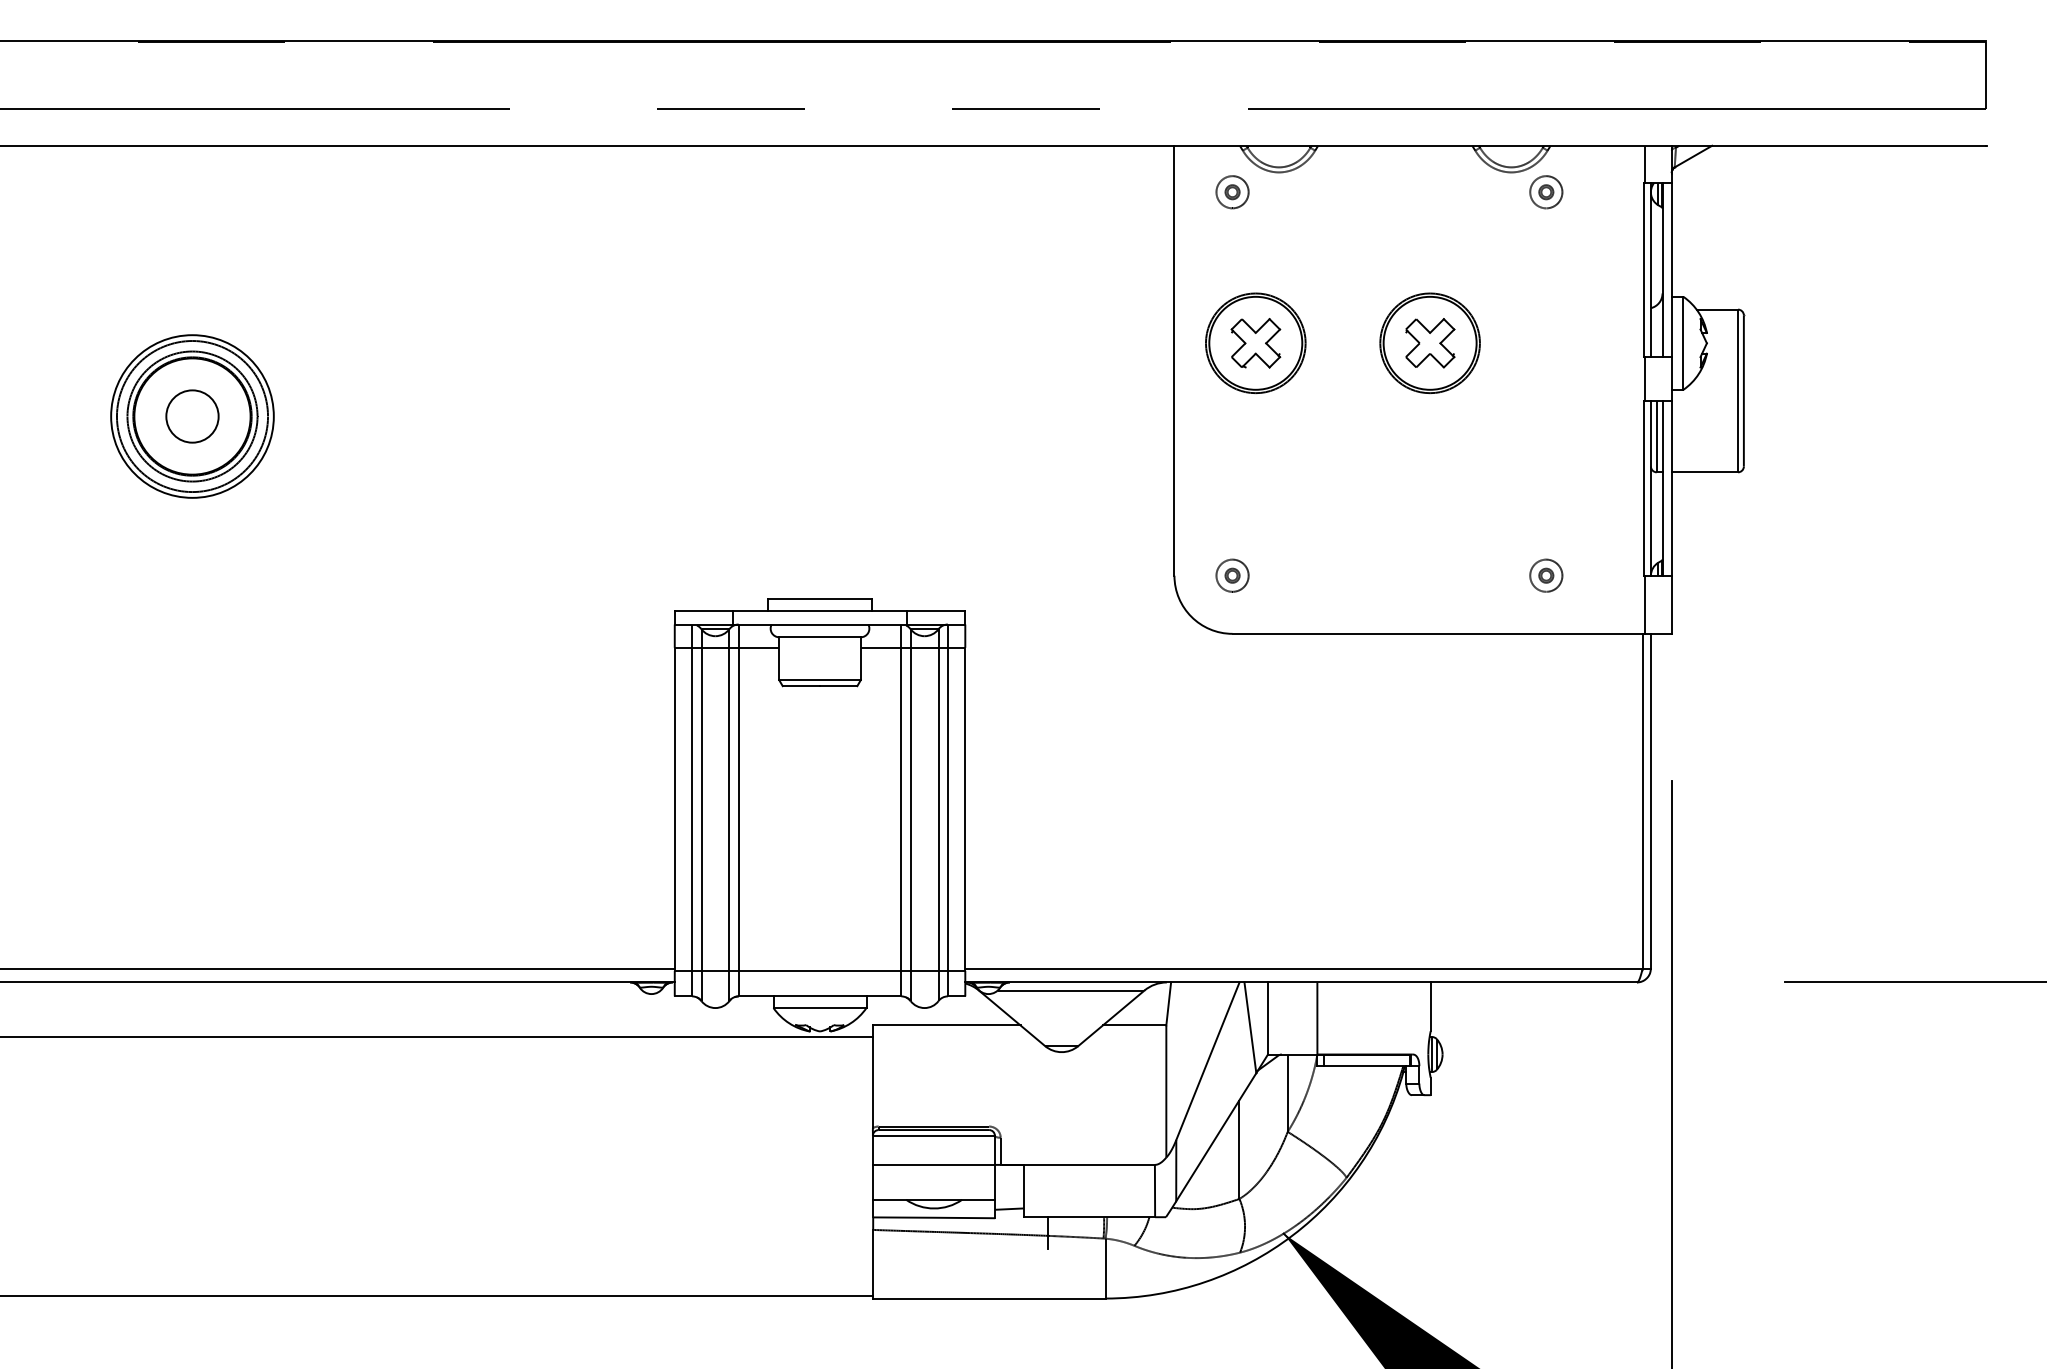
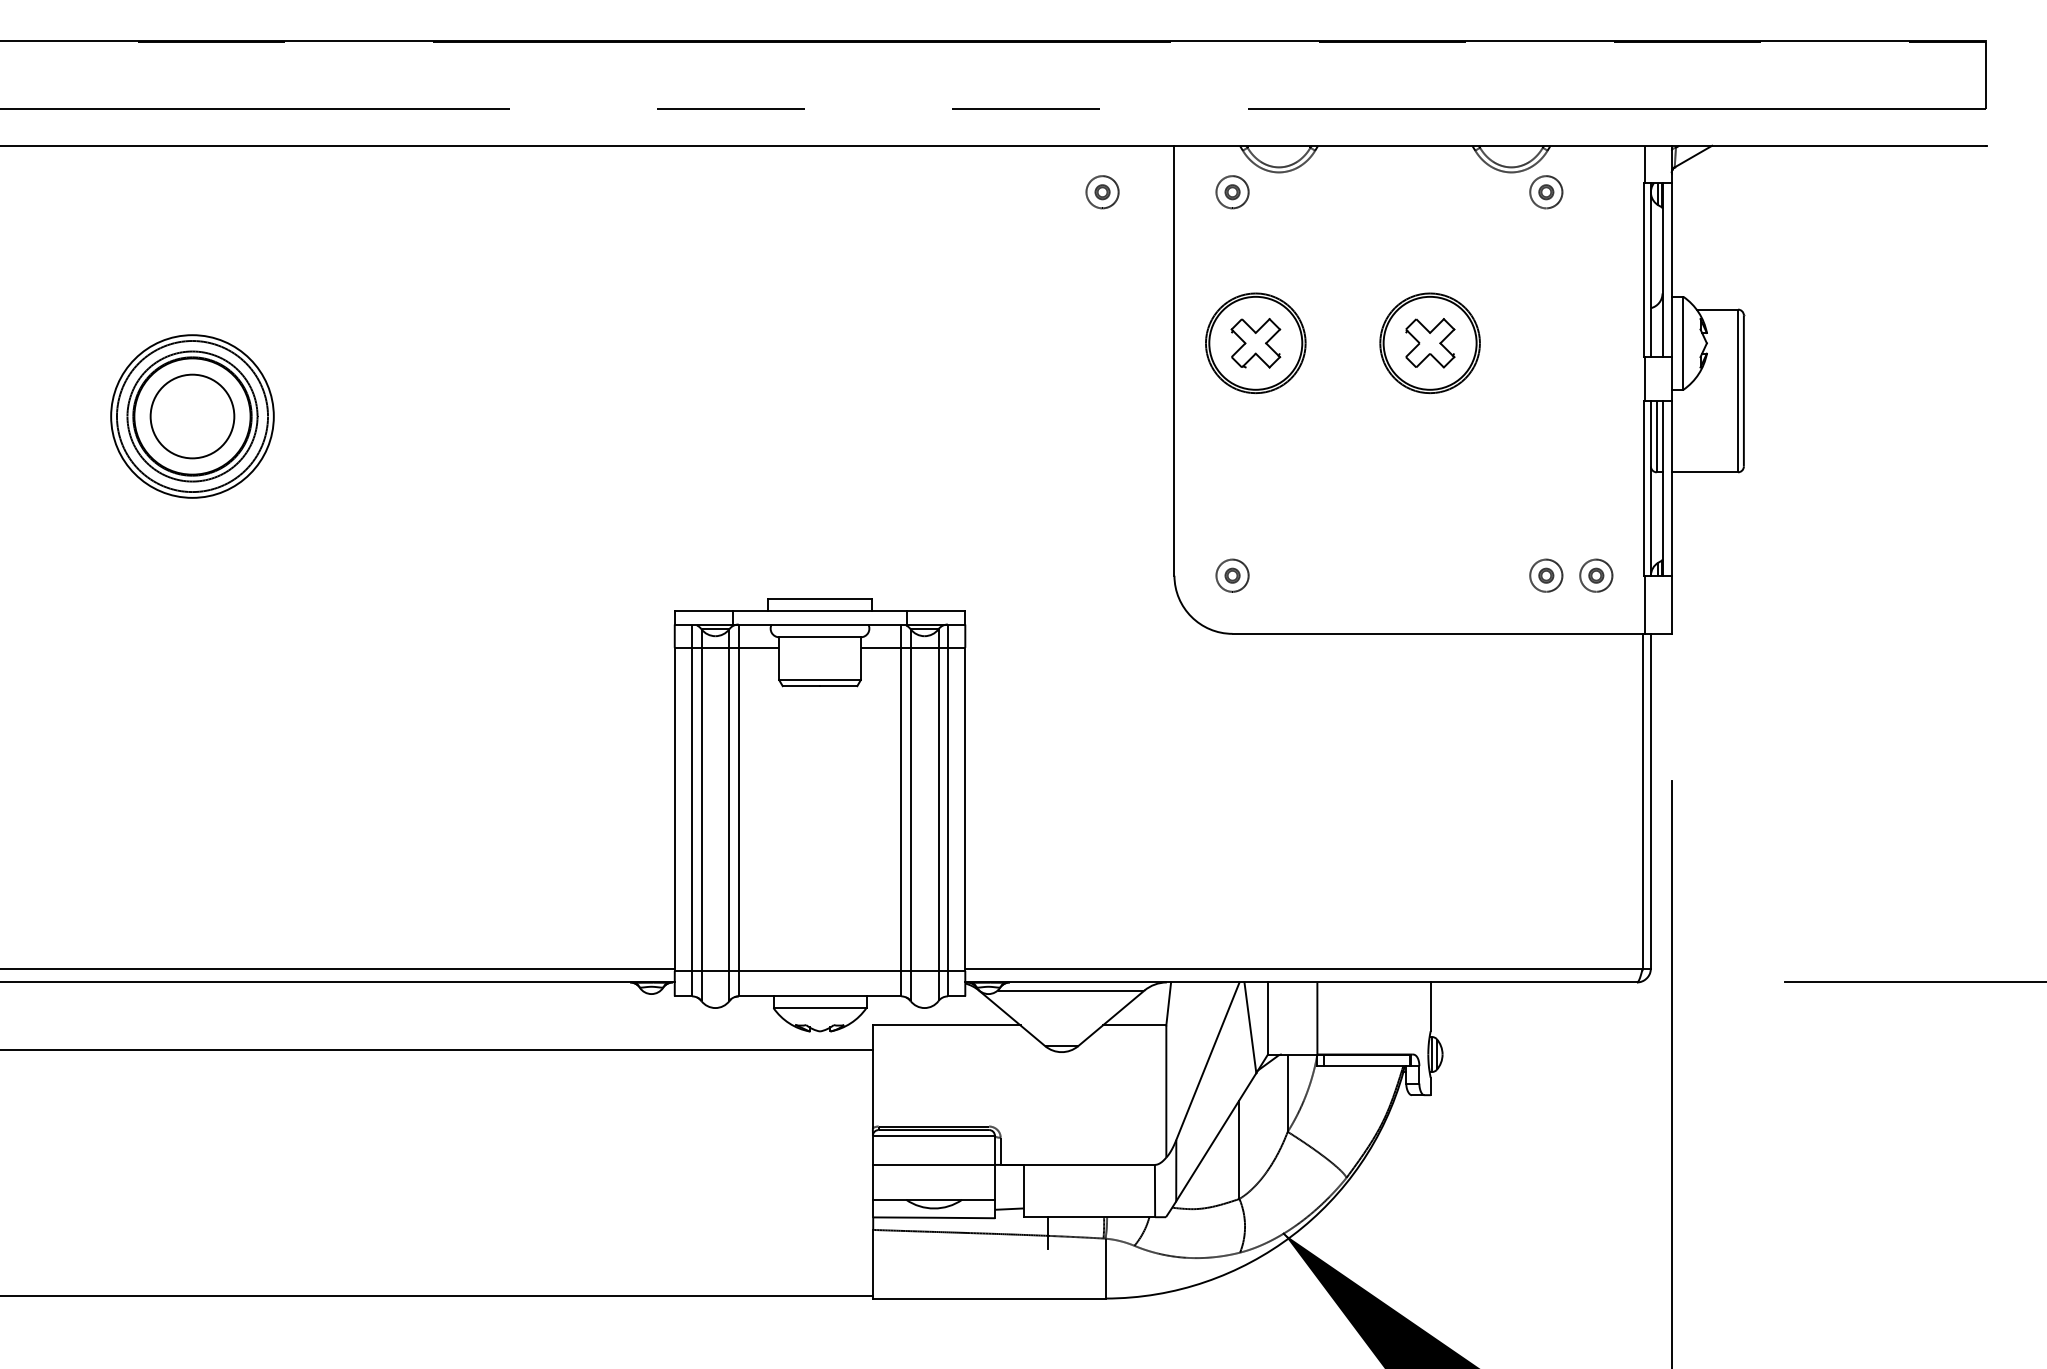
part at (1102, 192): none -> present
circle at (192, 416) diameter: 52 px -> 84 px
part at (1596, 575): none -> present
line at (437, 1037) position: (437, 1037) -> (437, 1050)
